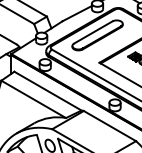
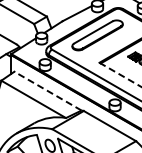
line at (121, 75): solid -> dashed
line at (48, 91): solid -> dashed
